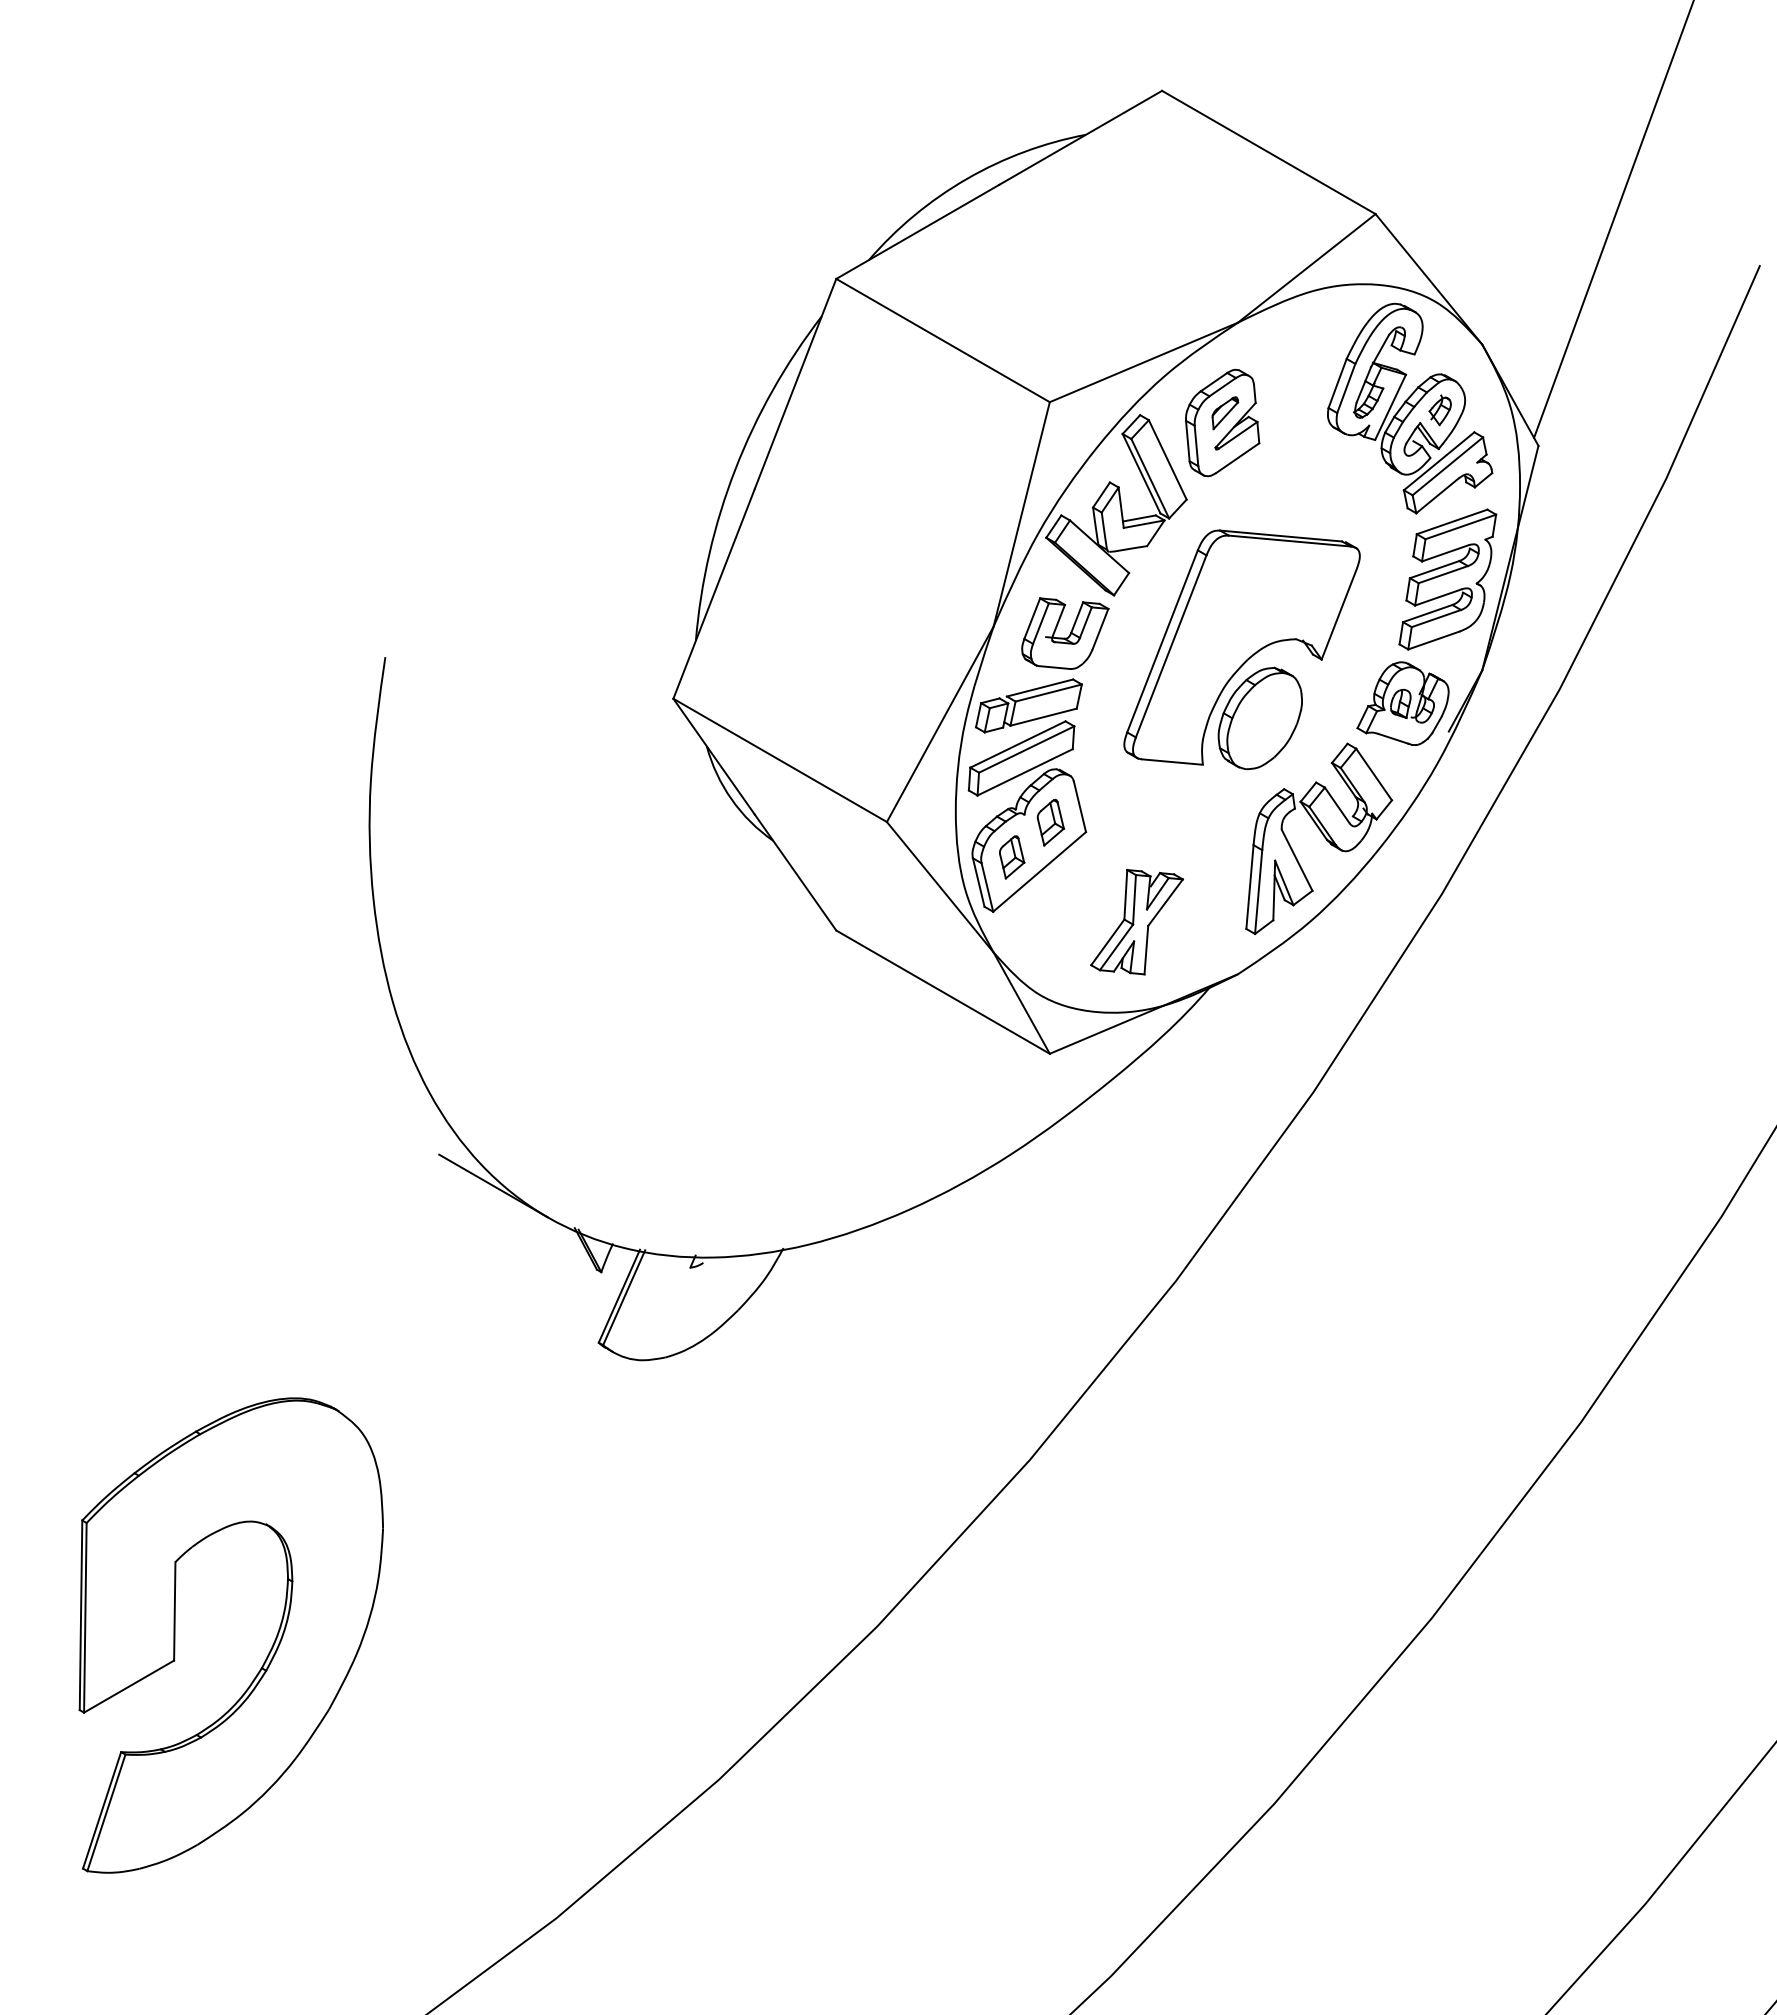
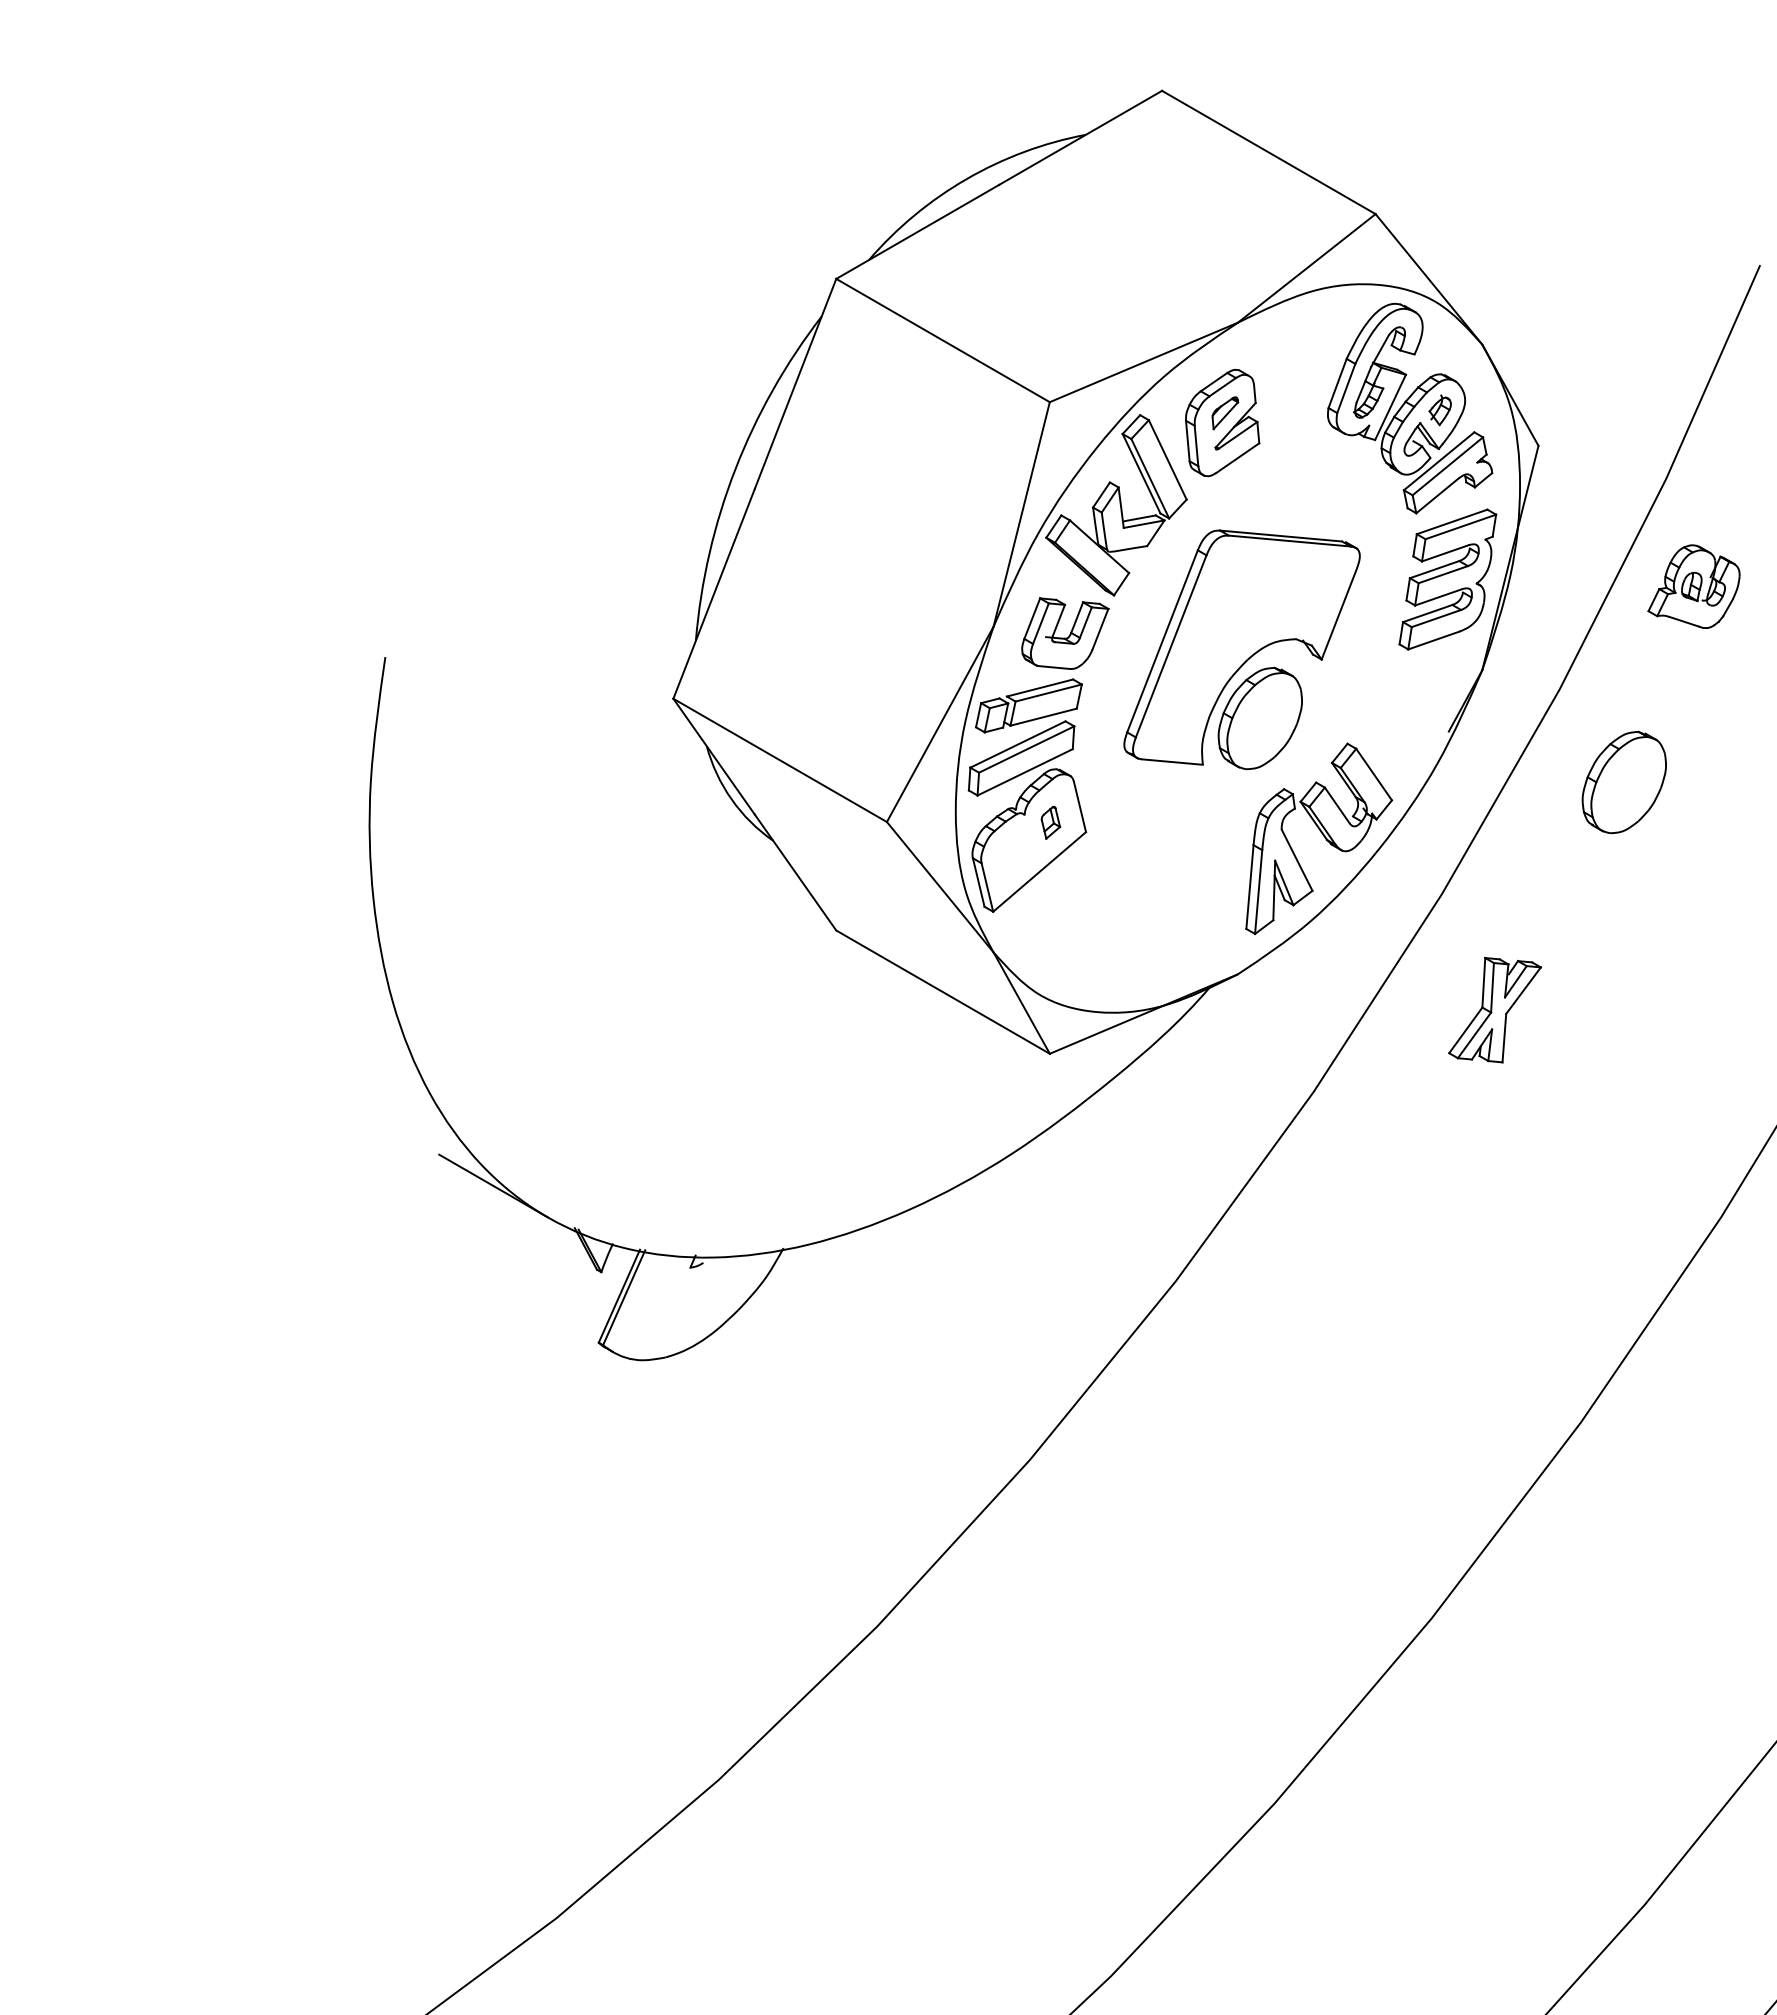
line at (1613, 219): present -> none
part at (1402, 703) position: (1402, 703) -> (1693, 586)
part at (1623, 782): none -> present
part at (1050, 822) size: 30x48 px -> 22x34 px
part at (1012, 857): present -> none
part at (1136, 922) position: (1136, 922) -> (1494, 1010)
part at (267, 1654): present -> none
